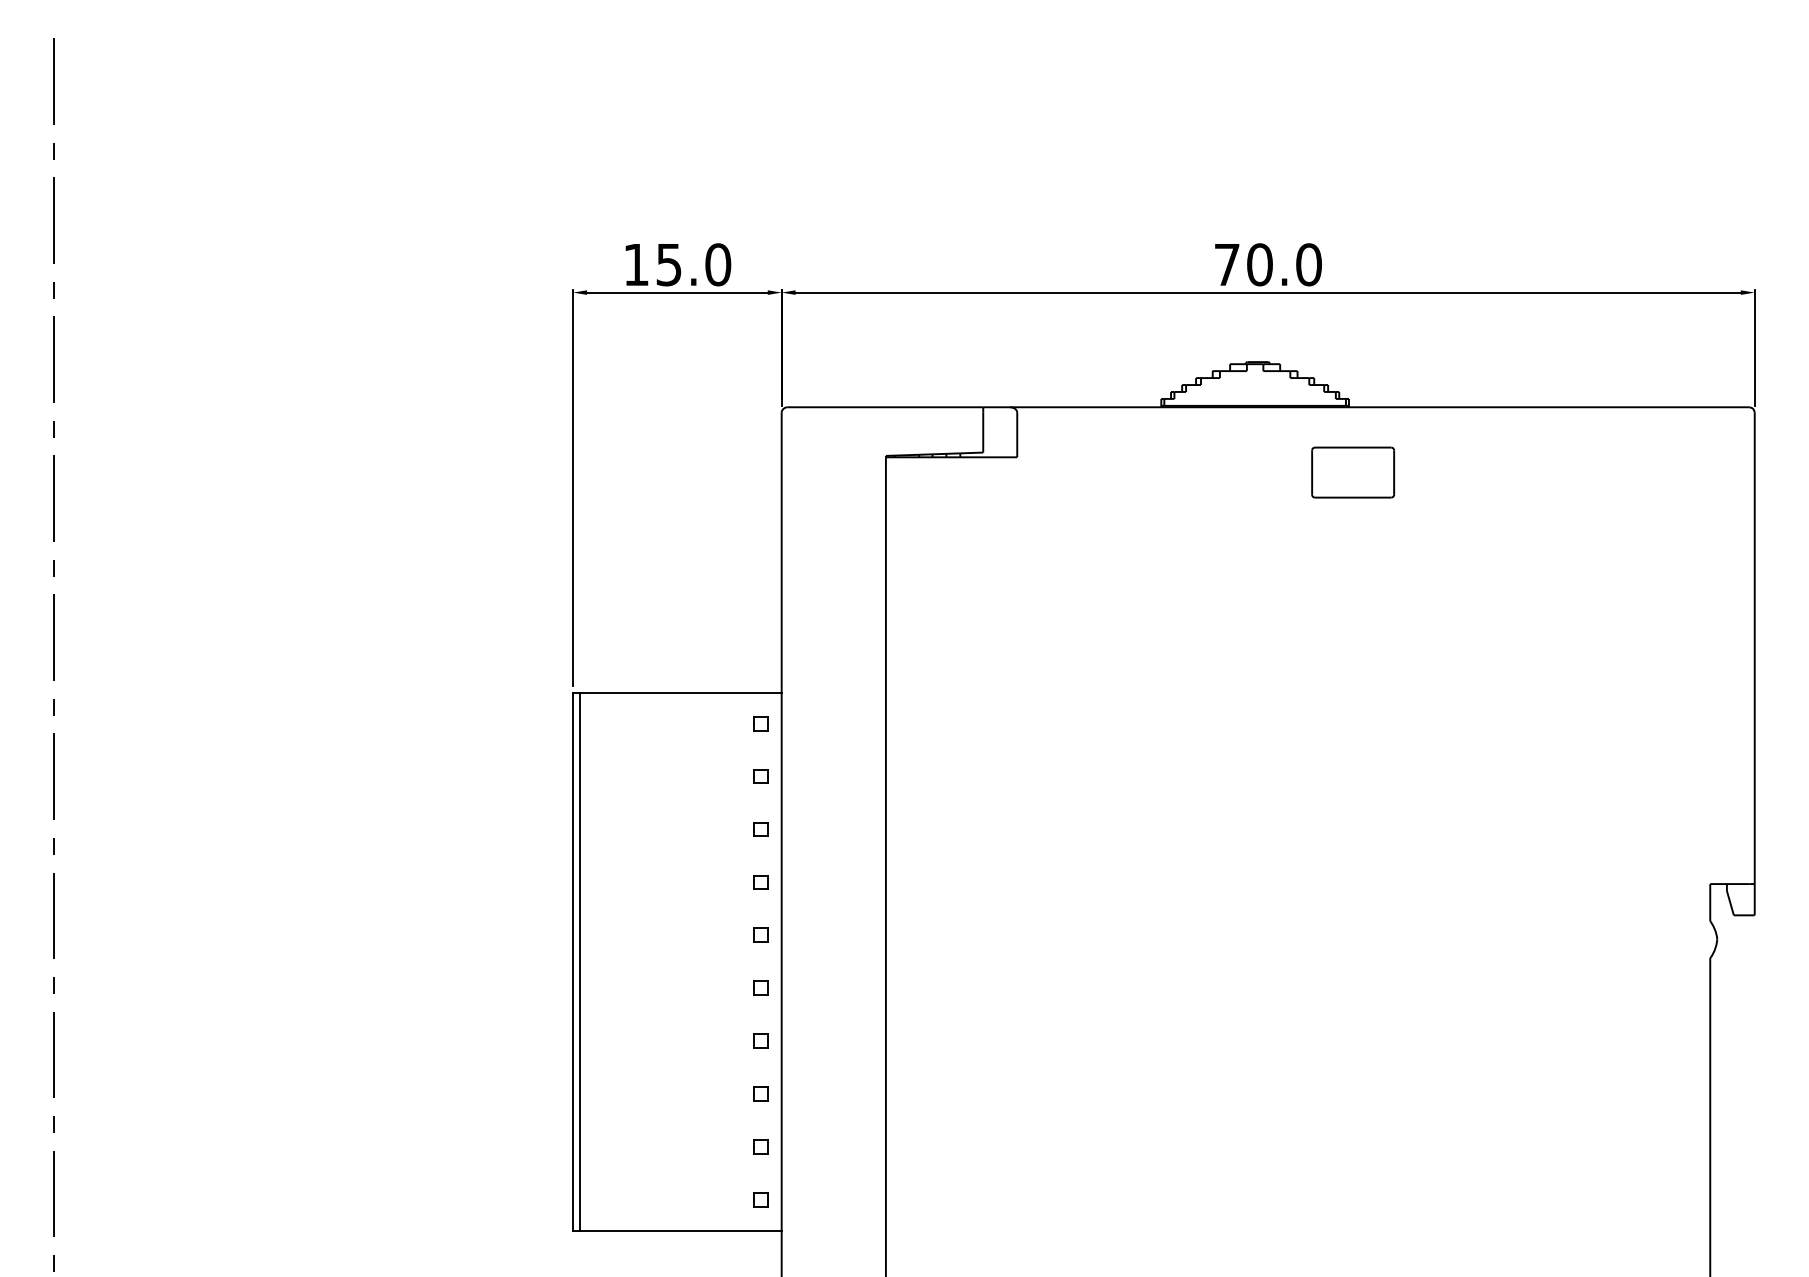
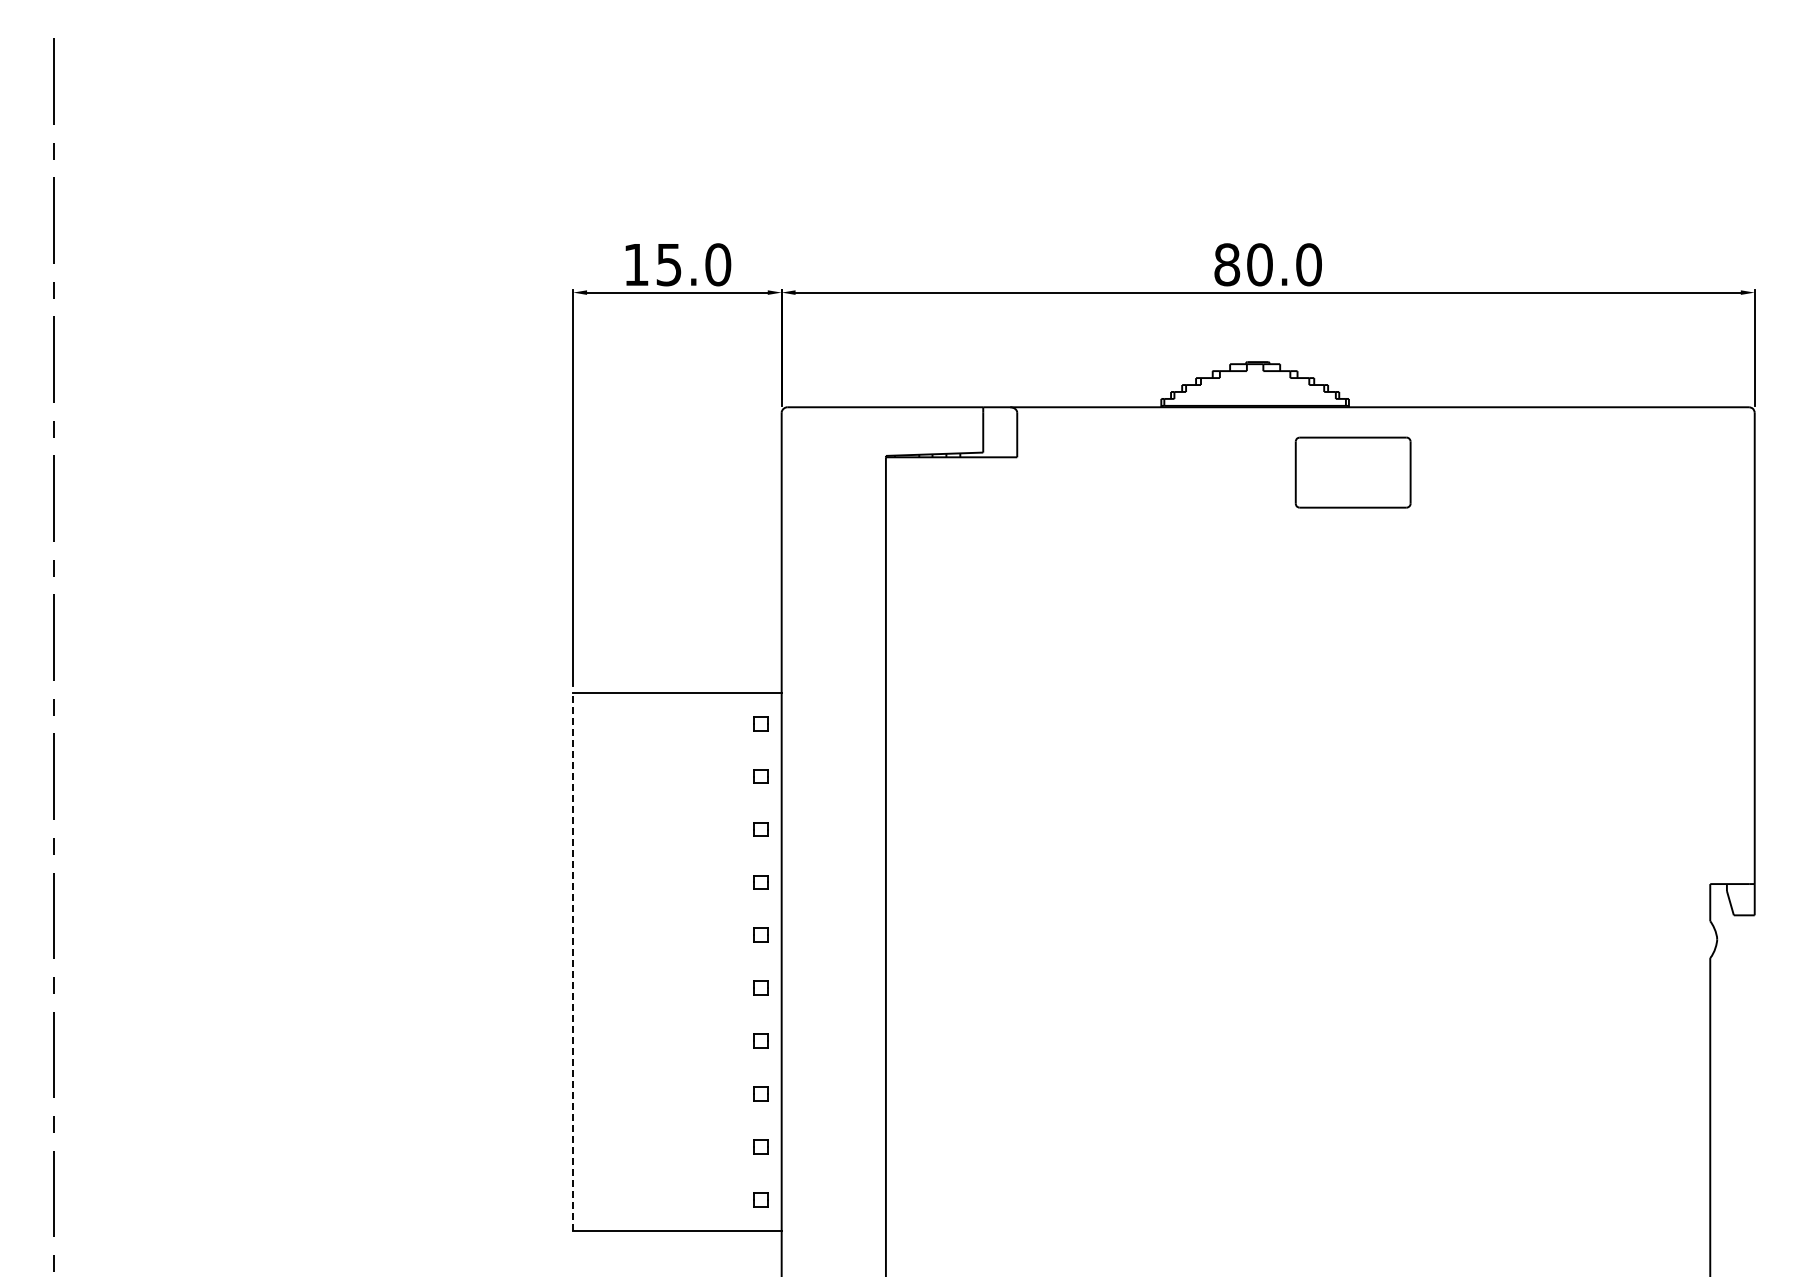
text at (1227, 264): 70.0 -> 80.0
part at (1352, 472) size: 84x53 px -> 118x73 px
line at (573, 961): solid -> dashed
line at (580, 961): present -> none
